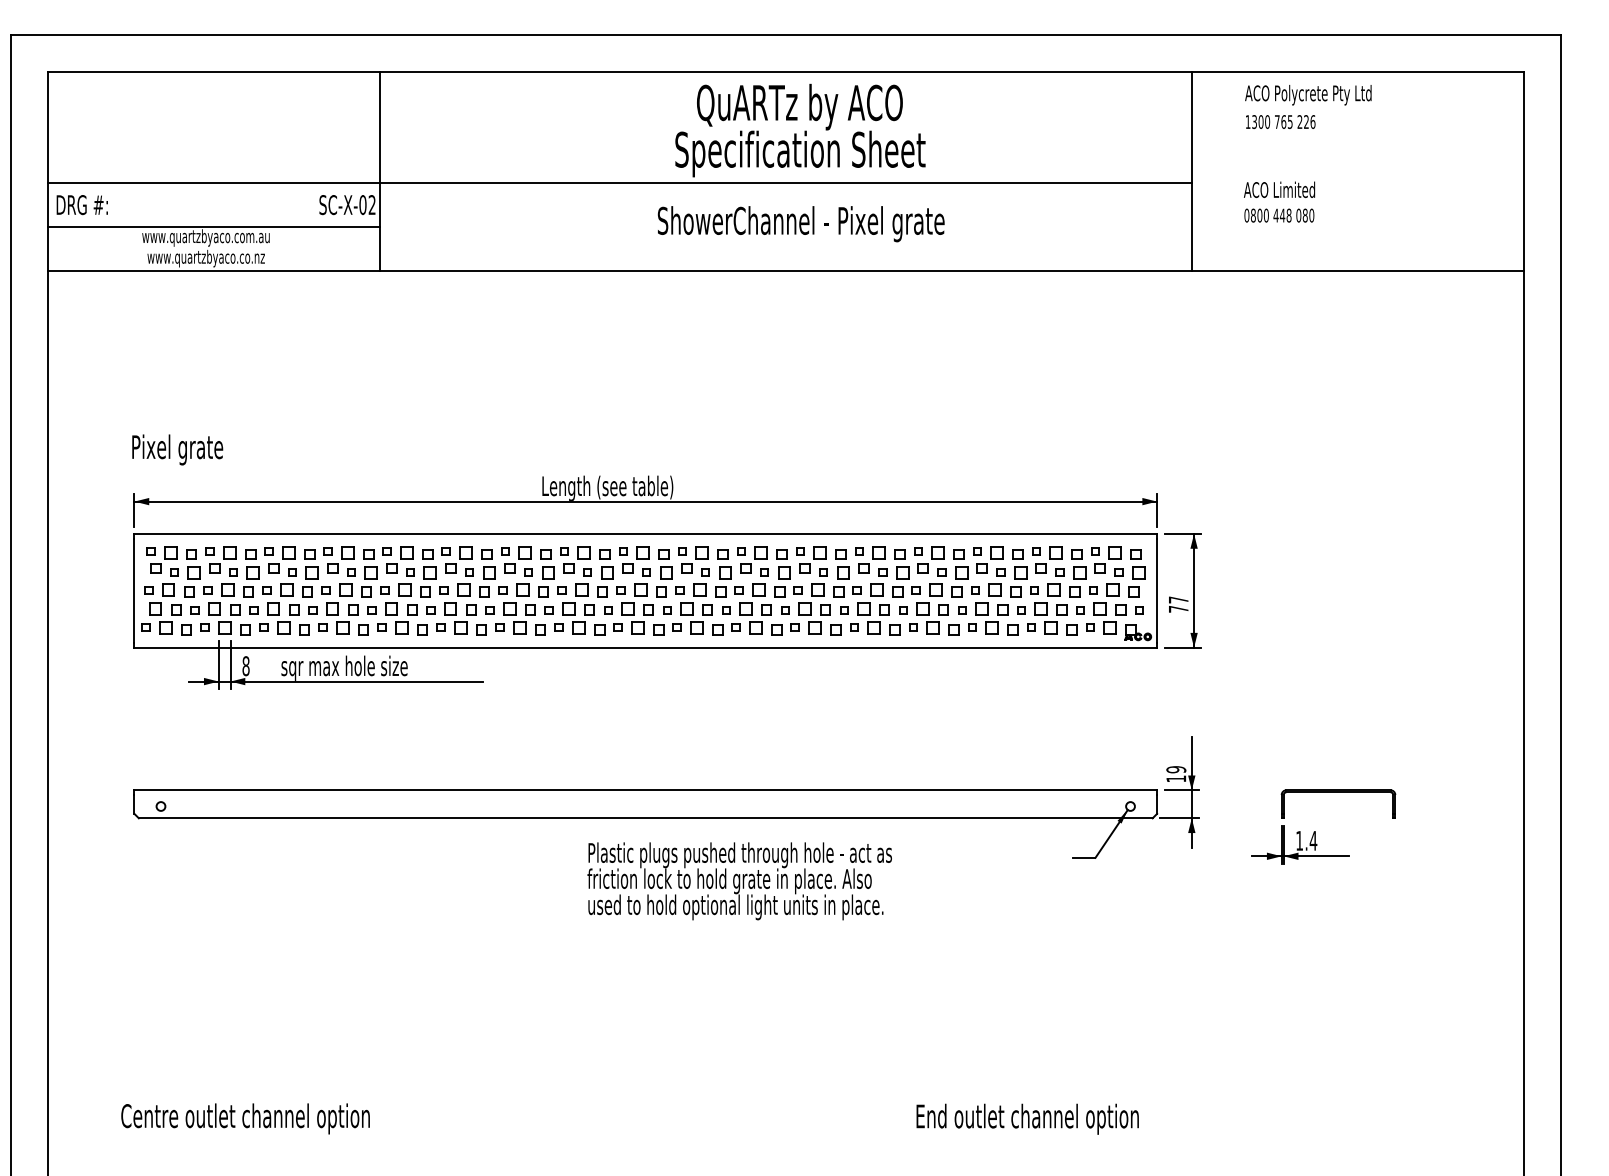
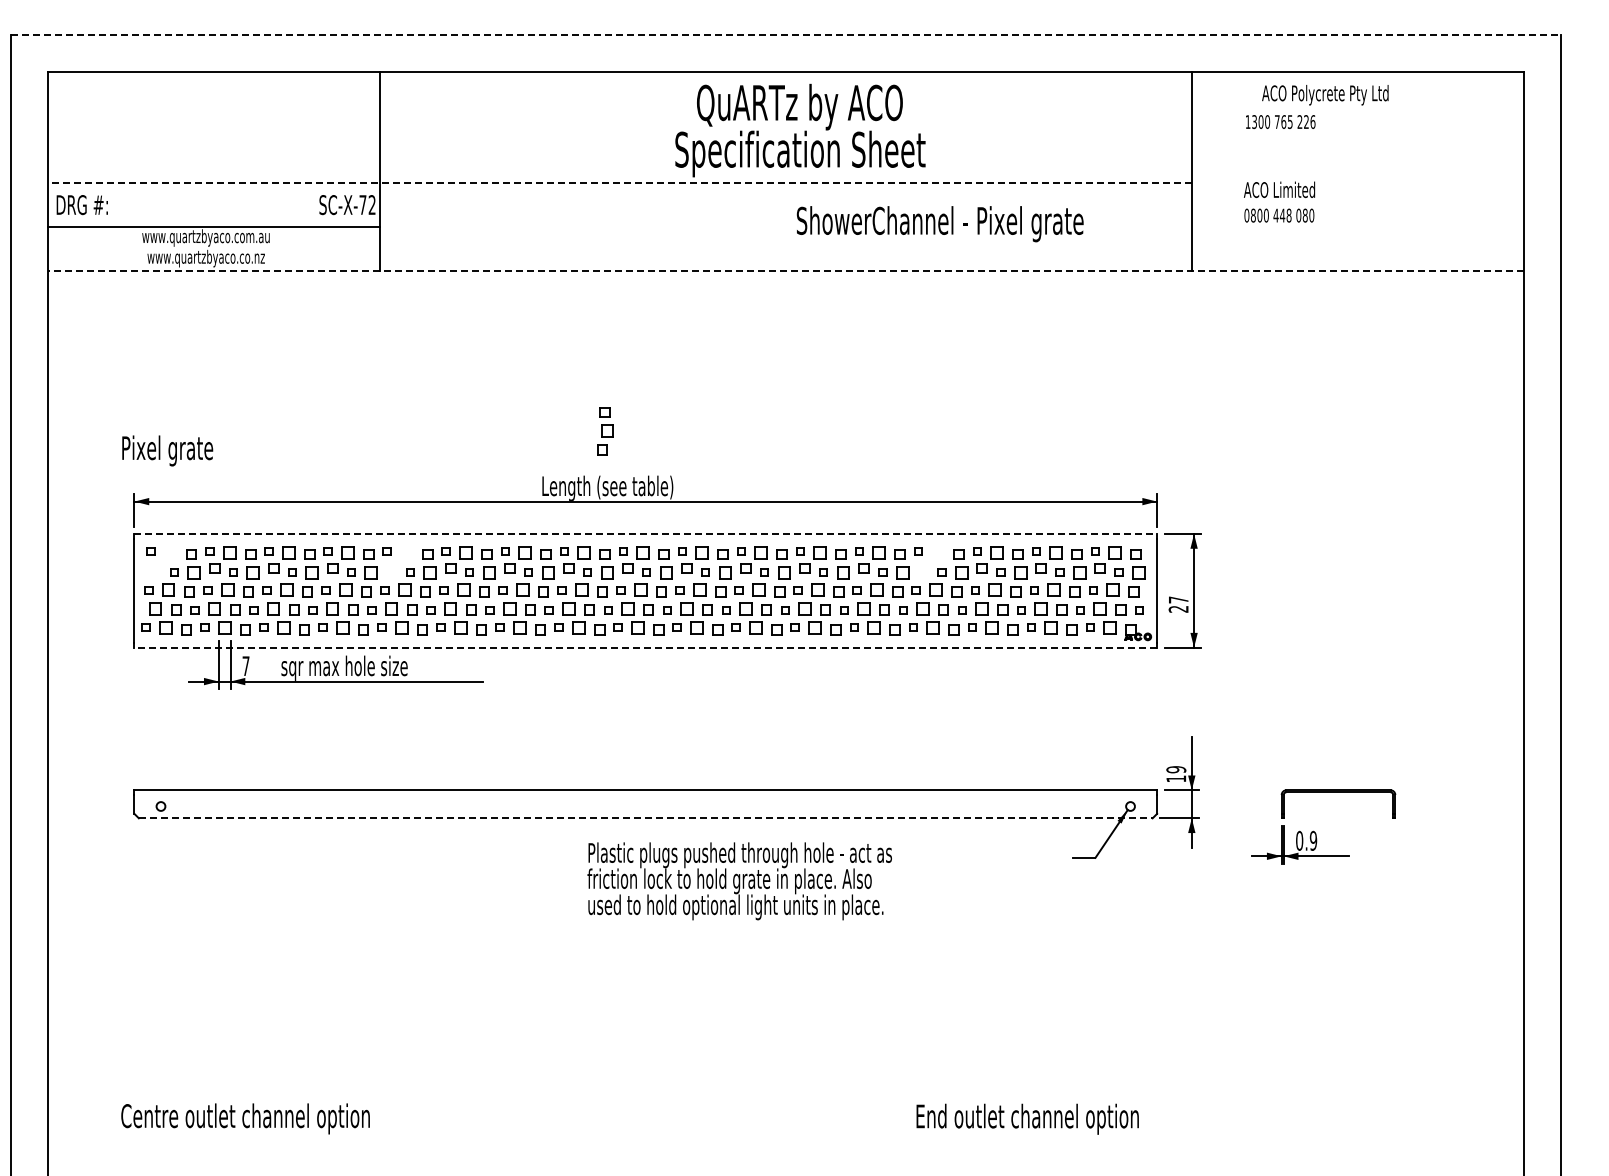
line at (786, 35): solid -> dashed
text at (1308, 95) position: (1308, 95) -> (1325, 95)
line at (620, 182): solid -> dashed
text at (362, 204): SC-X-02 -> SC-X-72
text at (800, 224) position: (800, 224) -> (939, 224)
line at (786, 271): solid -> dashed
part at (605, 431): none -> present
text at (177, 449) position: (177, 449) -> (167, 450)
line at (646, 534): solid -> dashed
part at (163, 559): present -> none
part at (399, 559): present -> none
part at (930, 559): present -> none
text at (1178, 608): 77 -> 27
line at (645, 647): solid -> dashed
text at (245, 666): 8 -> 7
line at (645, 818): solid -> dashed
text at (1306, 840): 1.4 -> 0.9
